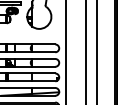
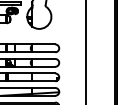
line at (66, 51): present -> none
line at (97, 51): present -> none
